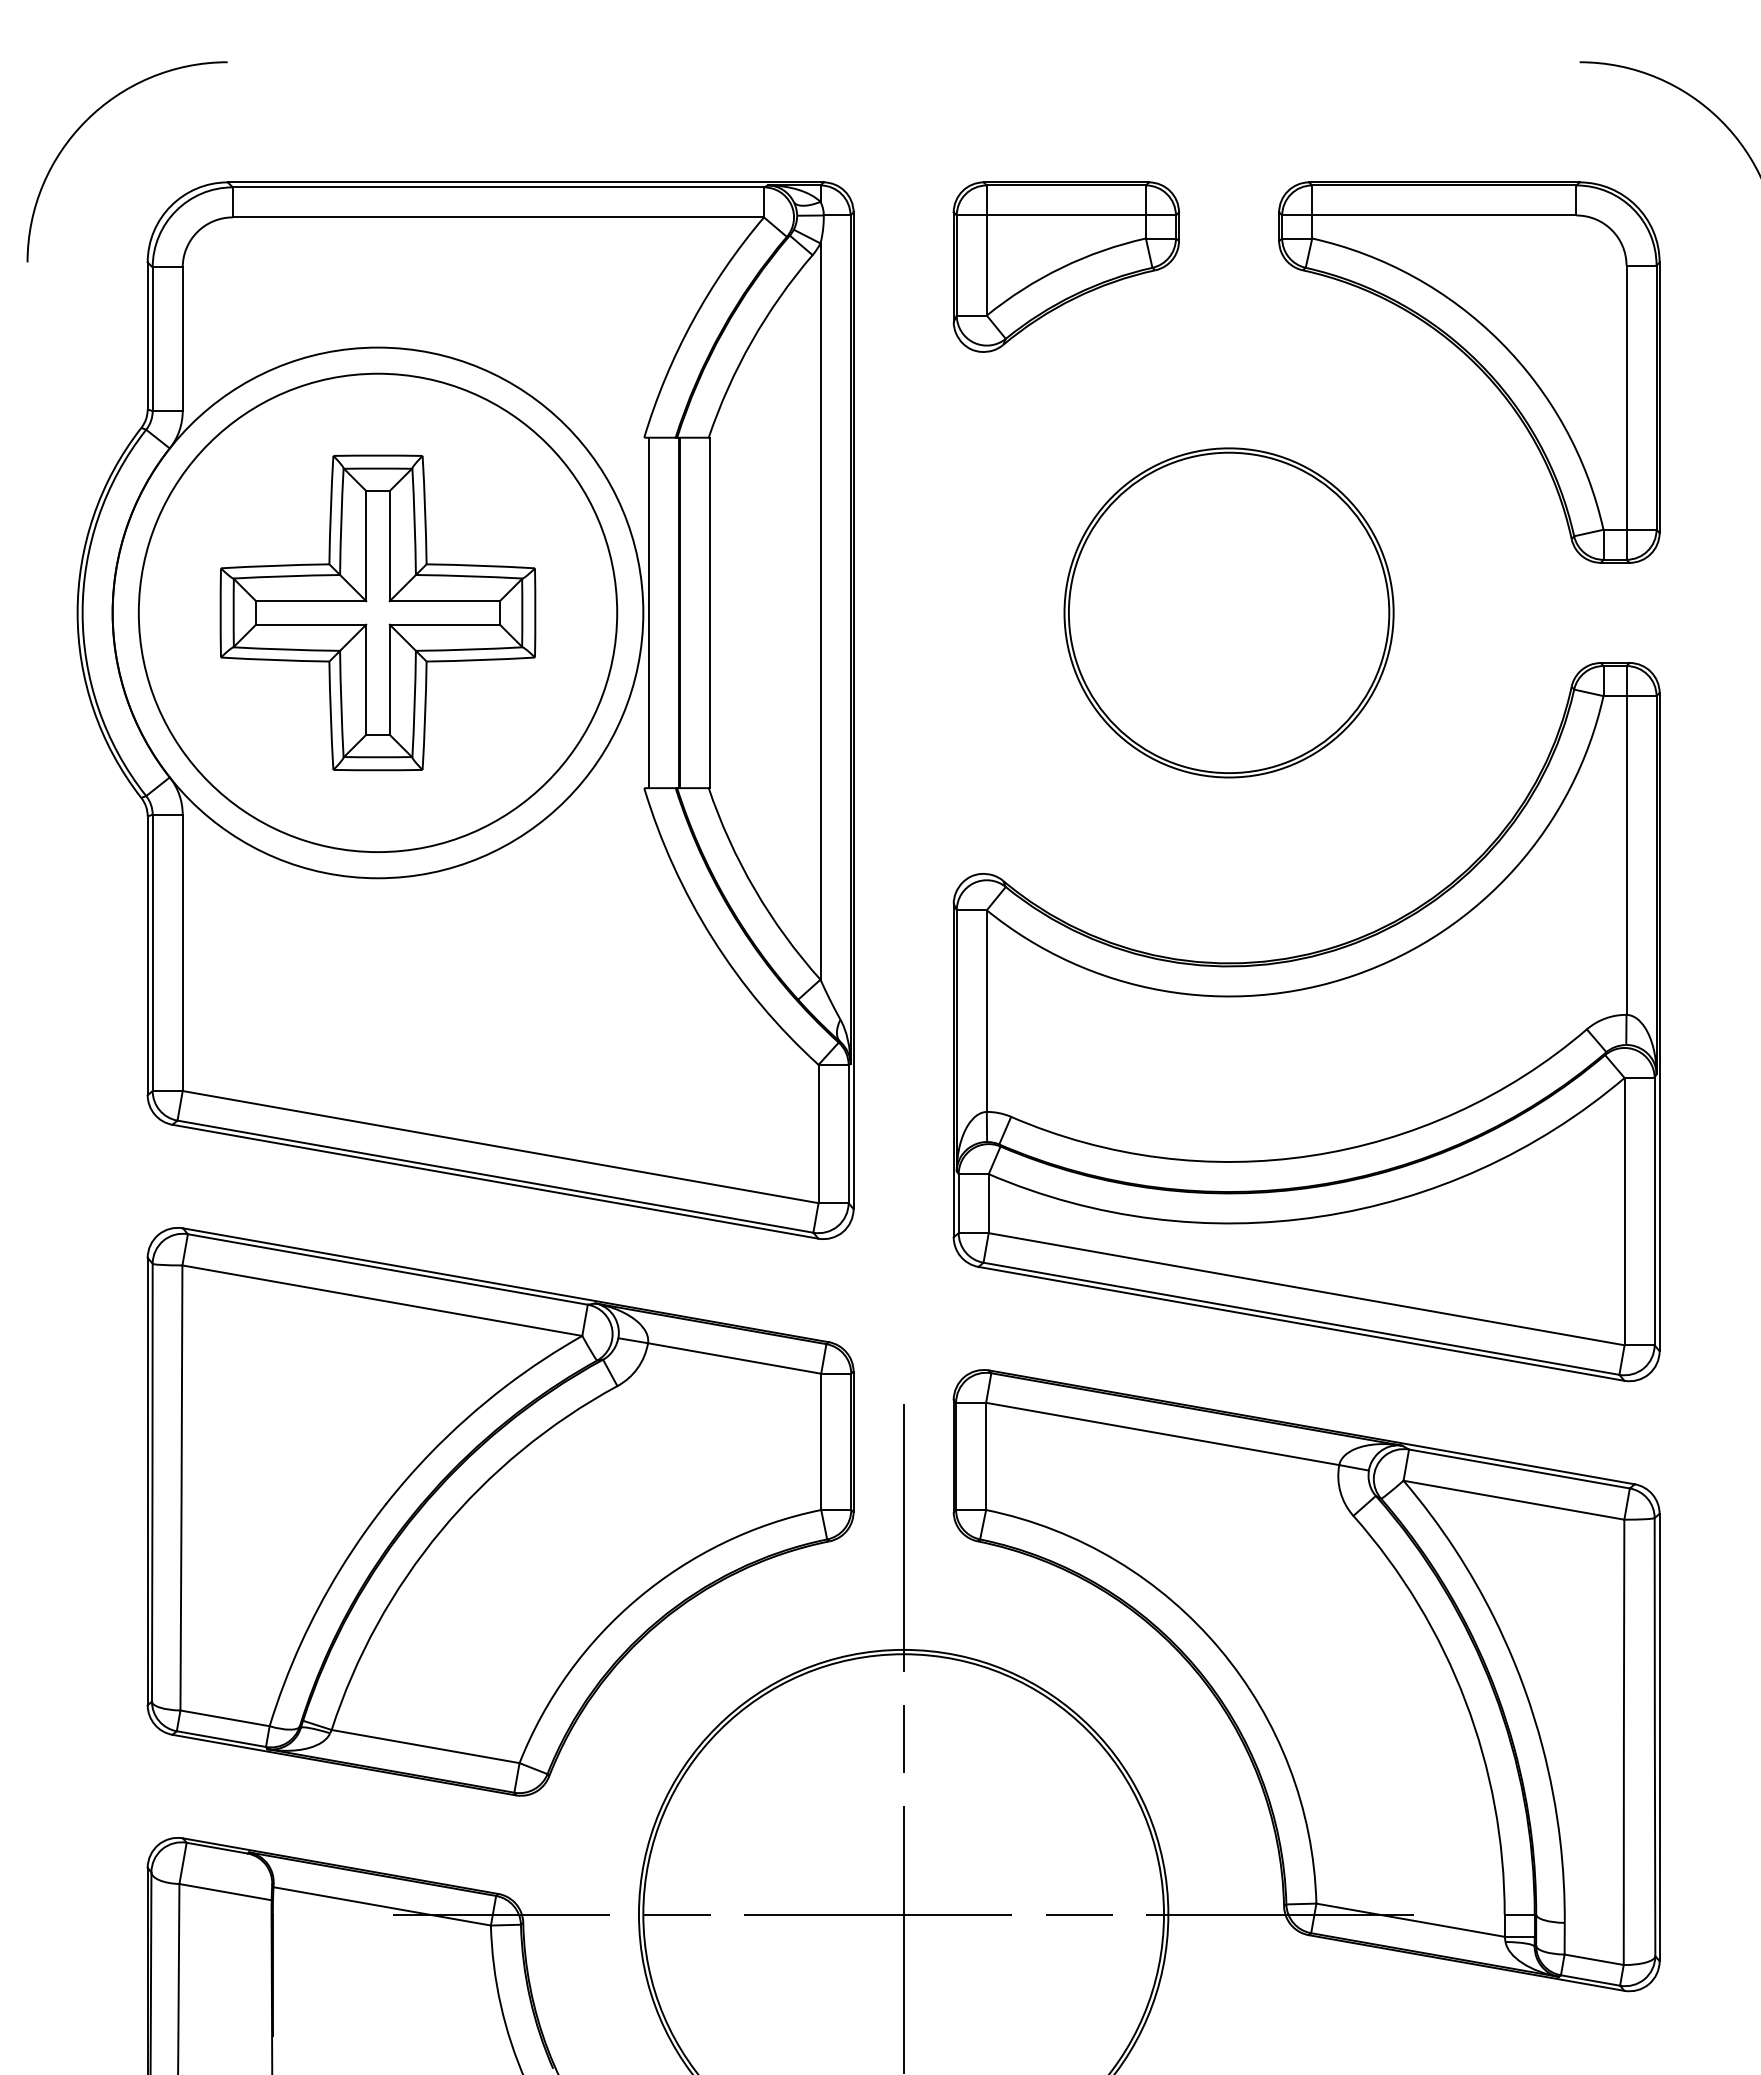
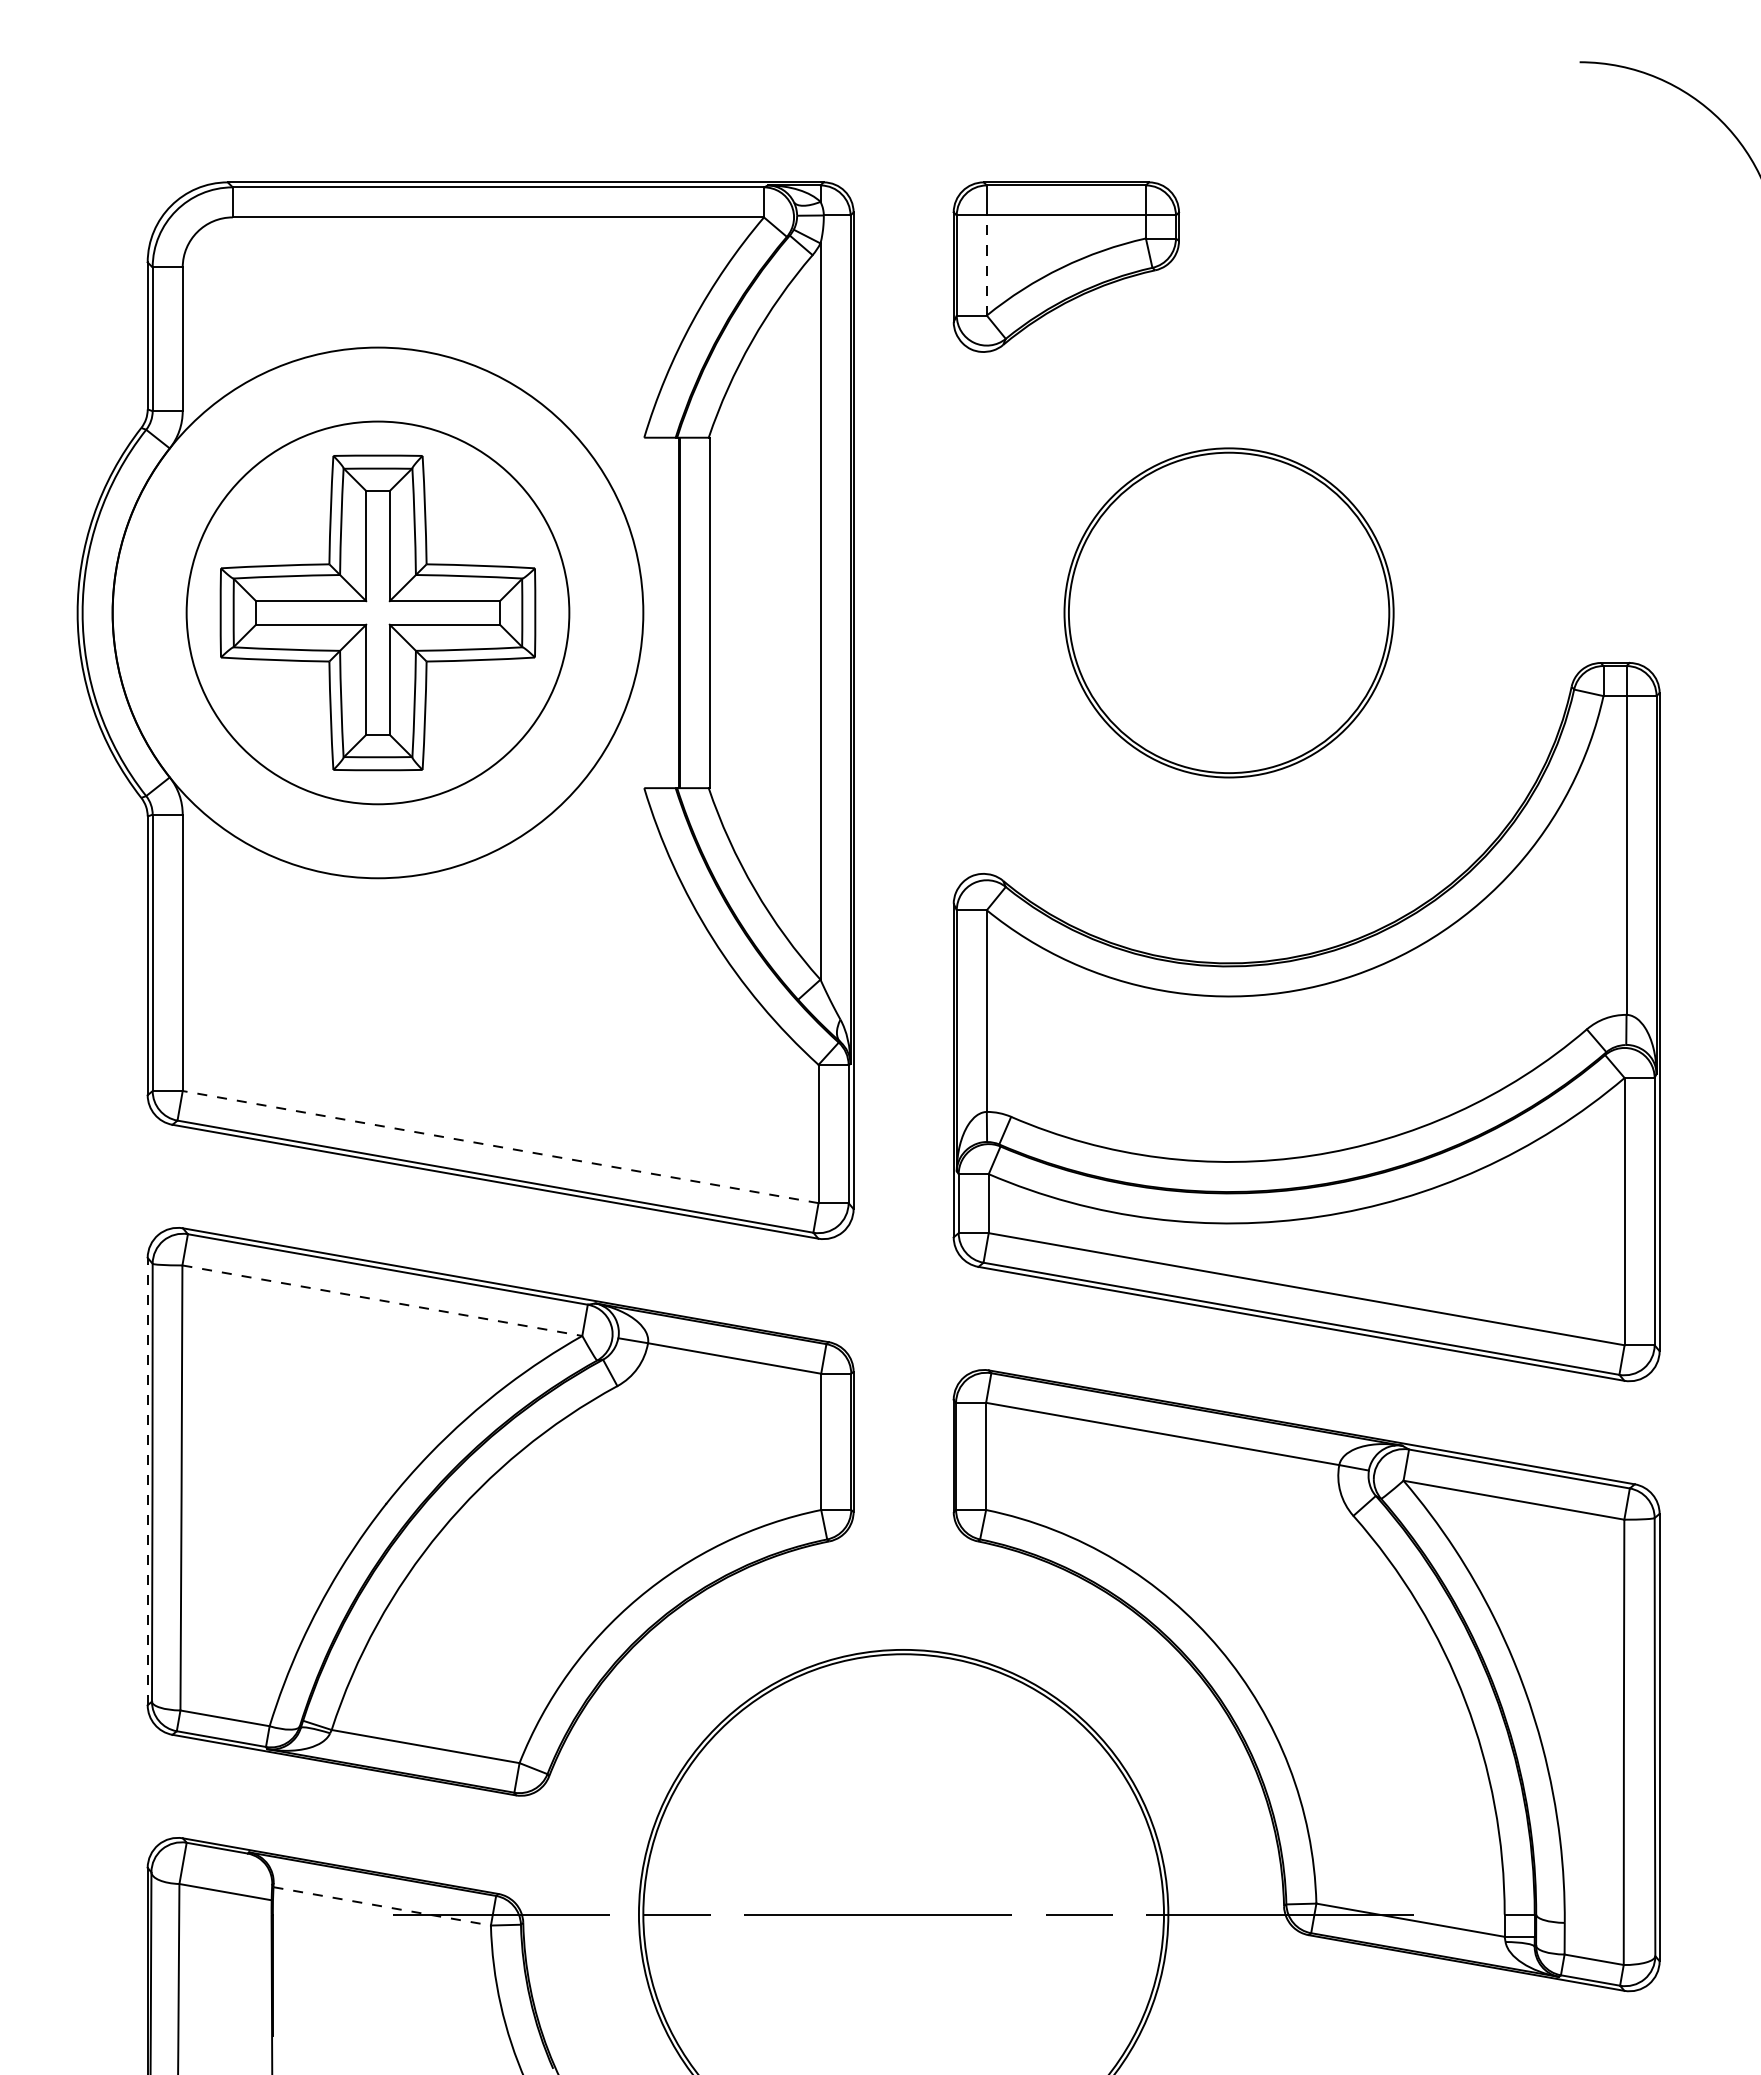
curve at (91, 117): present -> none
line at (986, 265): solid -> dashed
part at (1475, 365): present -> none
circle at (377, 612) diameter: 478 px -> 383 px
line at (648, 612): present -> none
line at (500, 1147): solid -> dashed
line at (382, 1300): solid -> dashed
line at (147, 1481): solid -> dashed
line at (903, 1737): present -> none
line at (382, 1906): solid -> dashed
